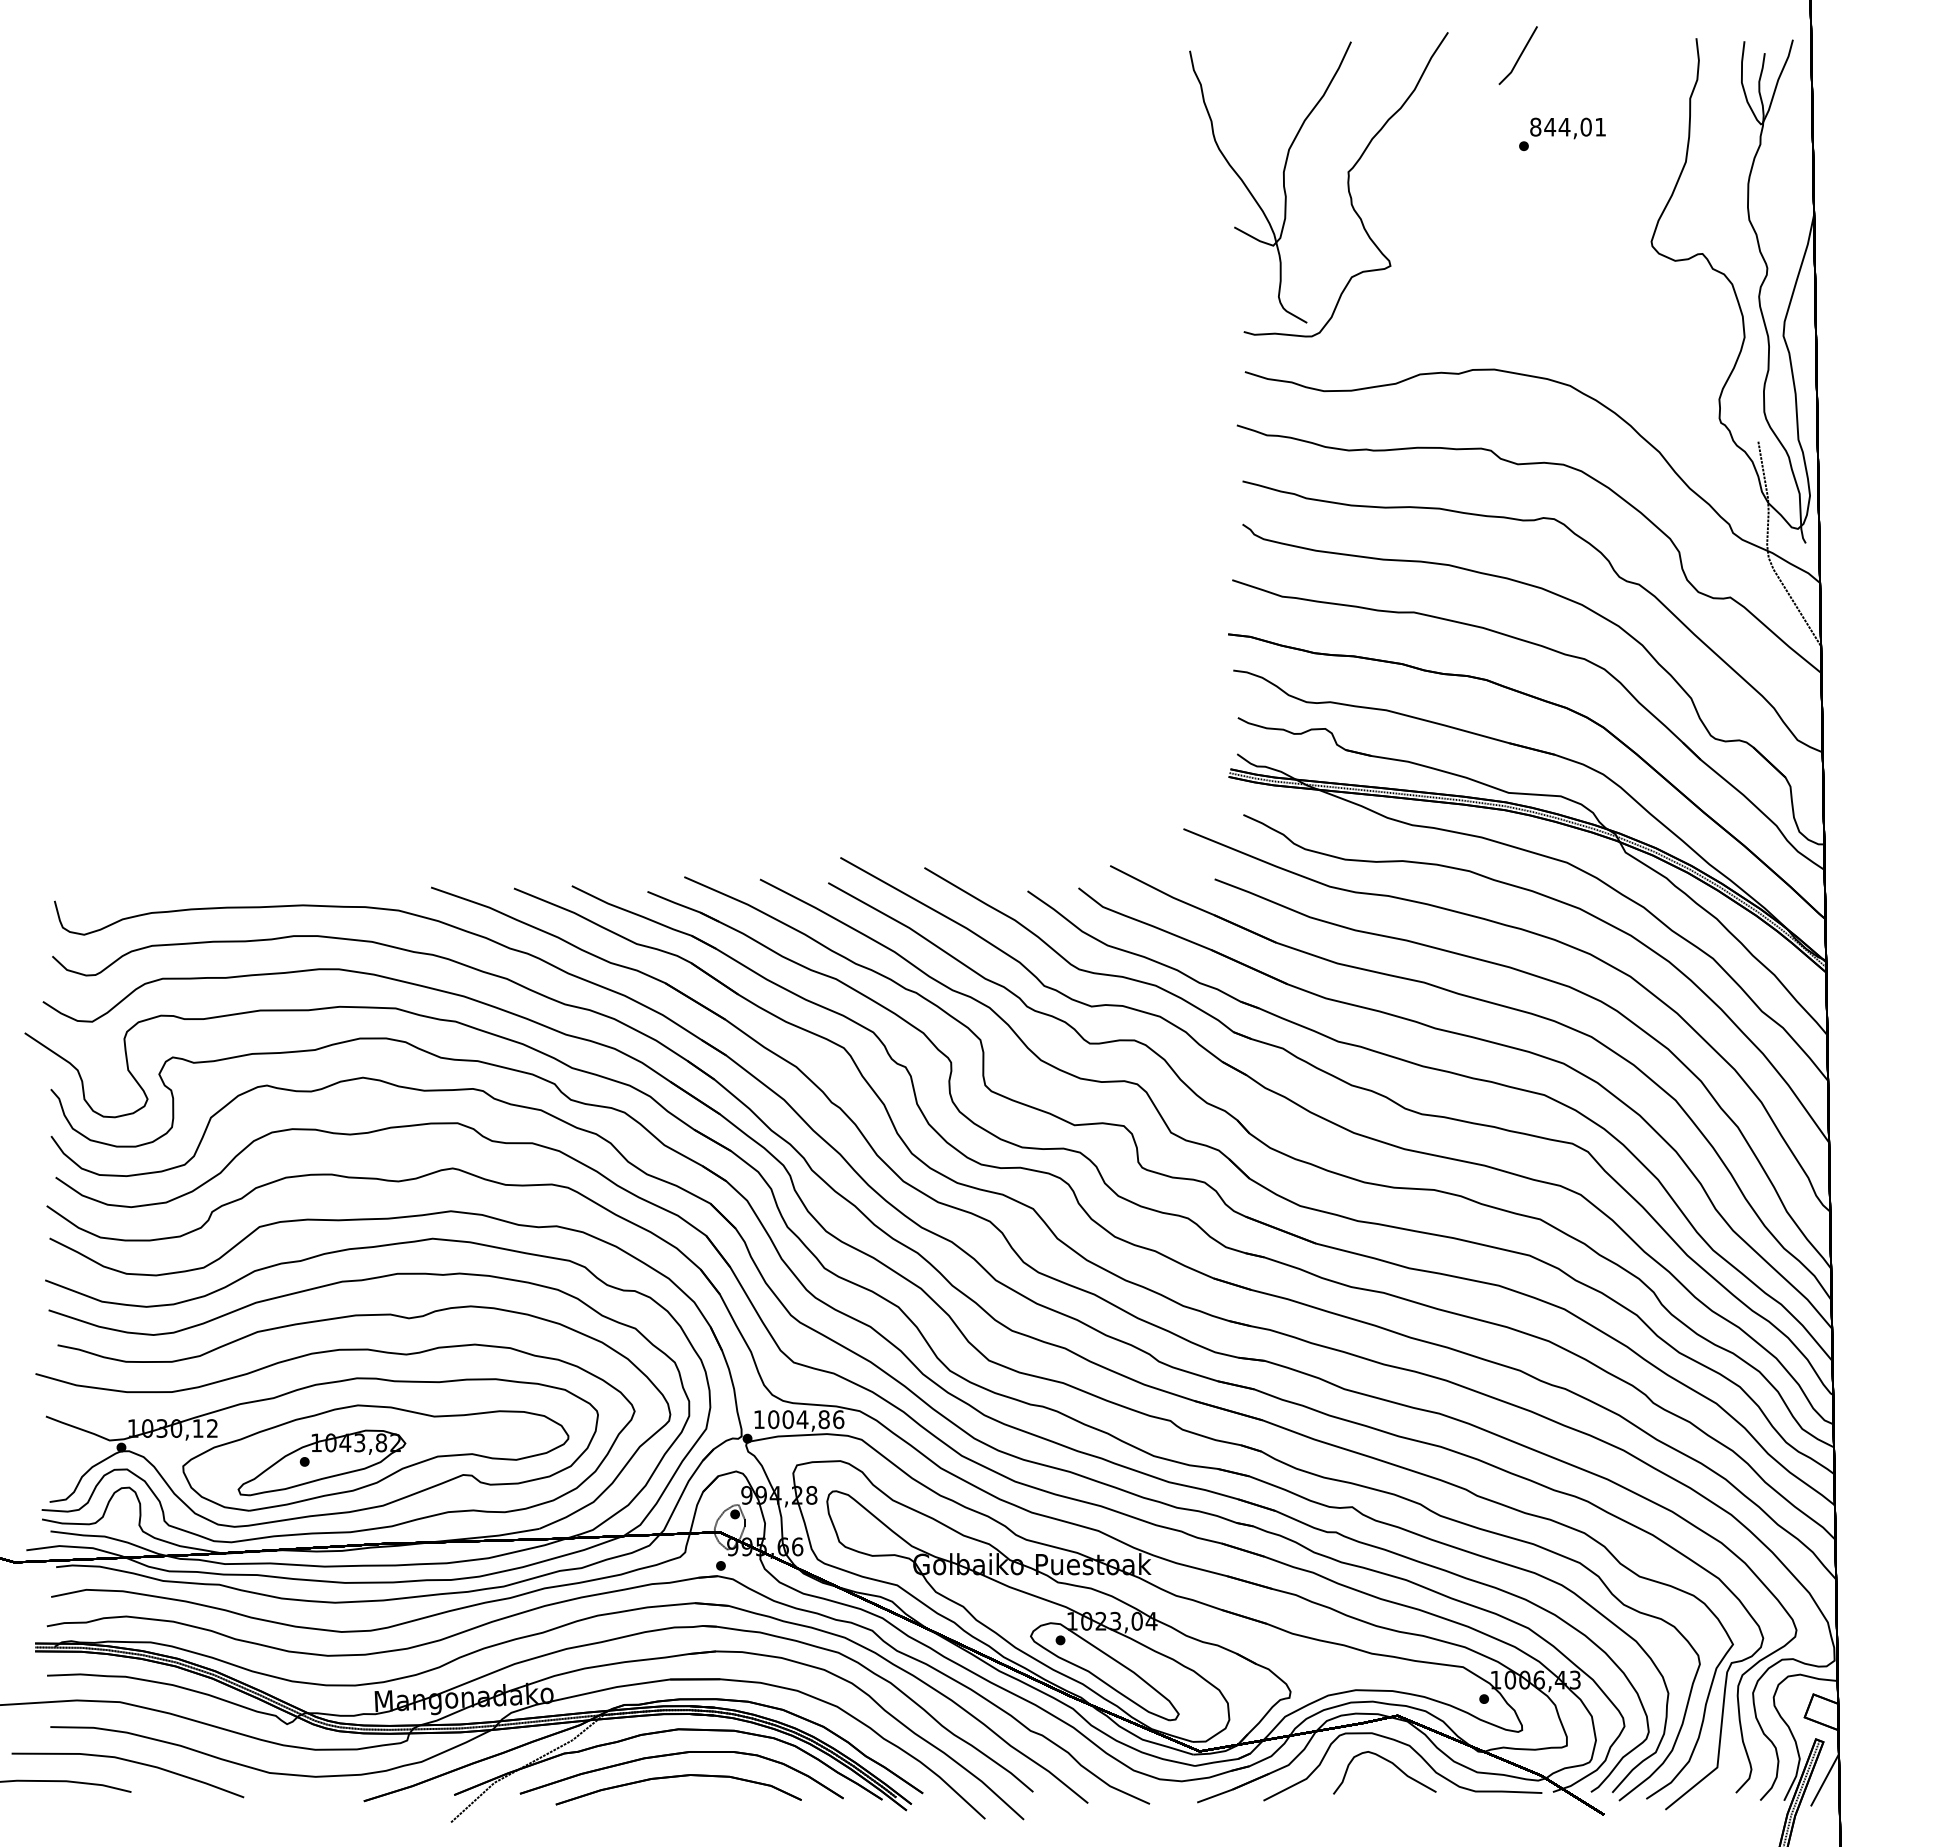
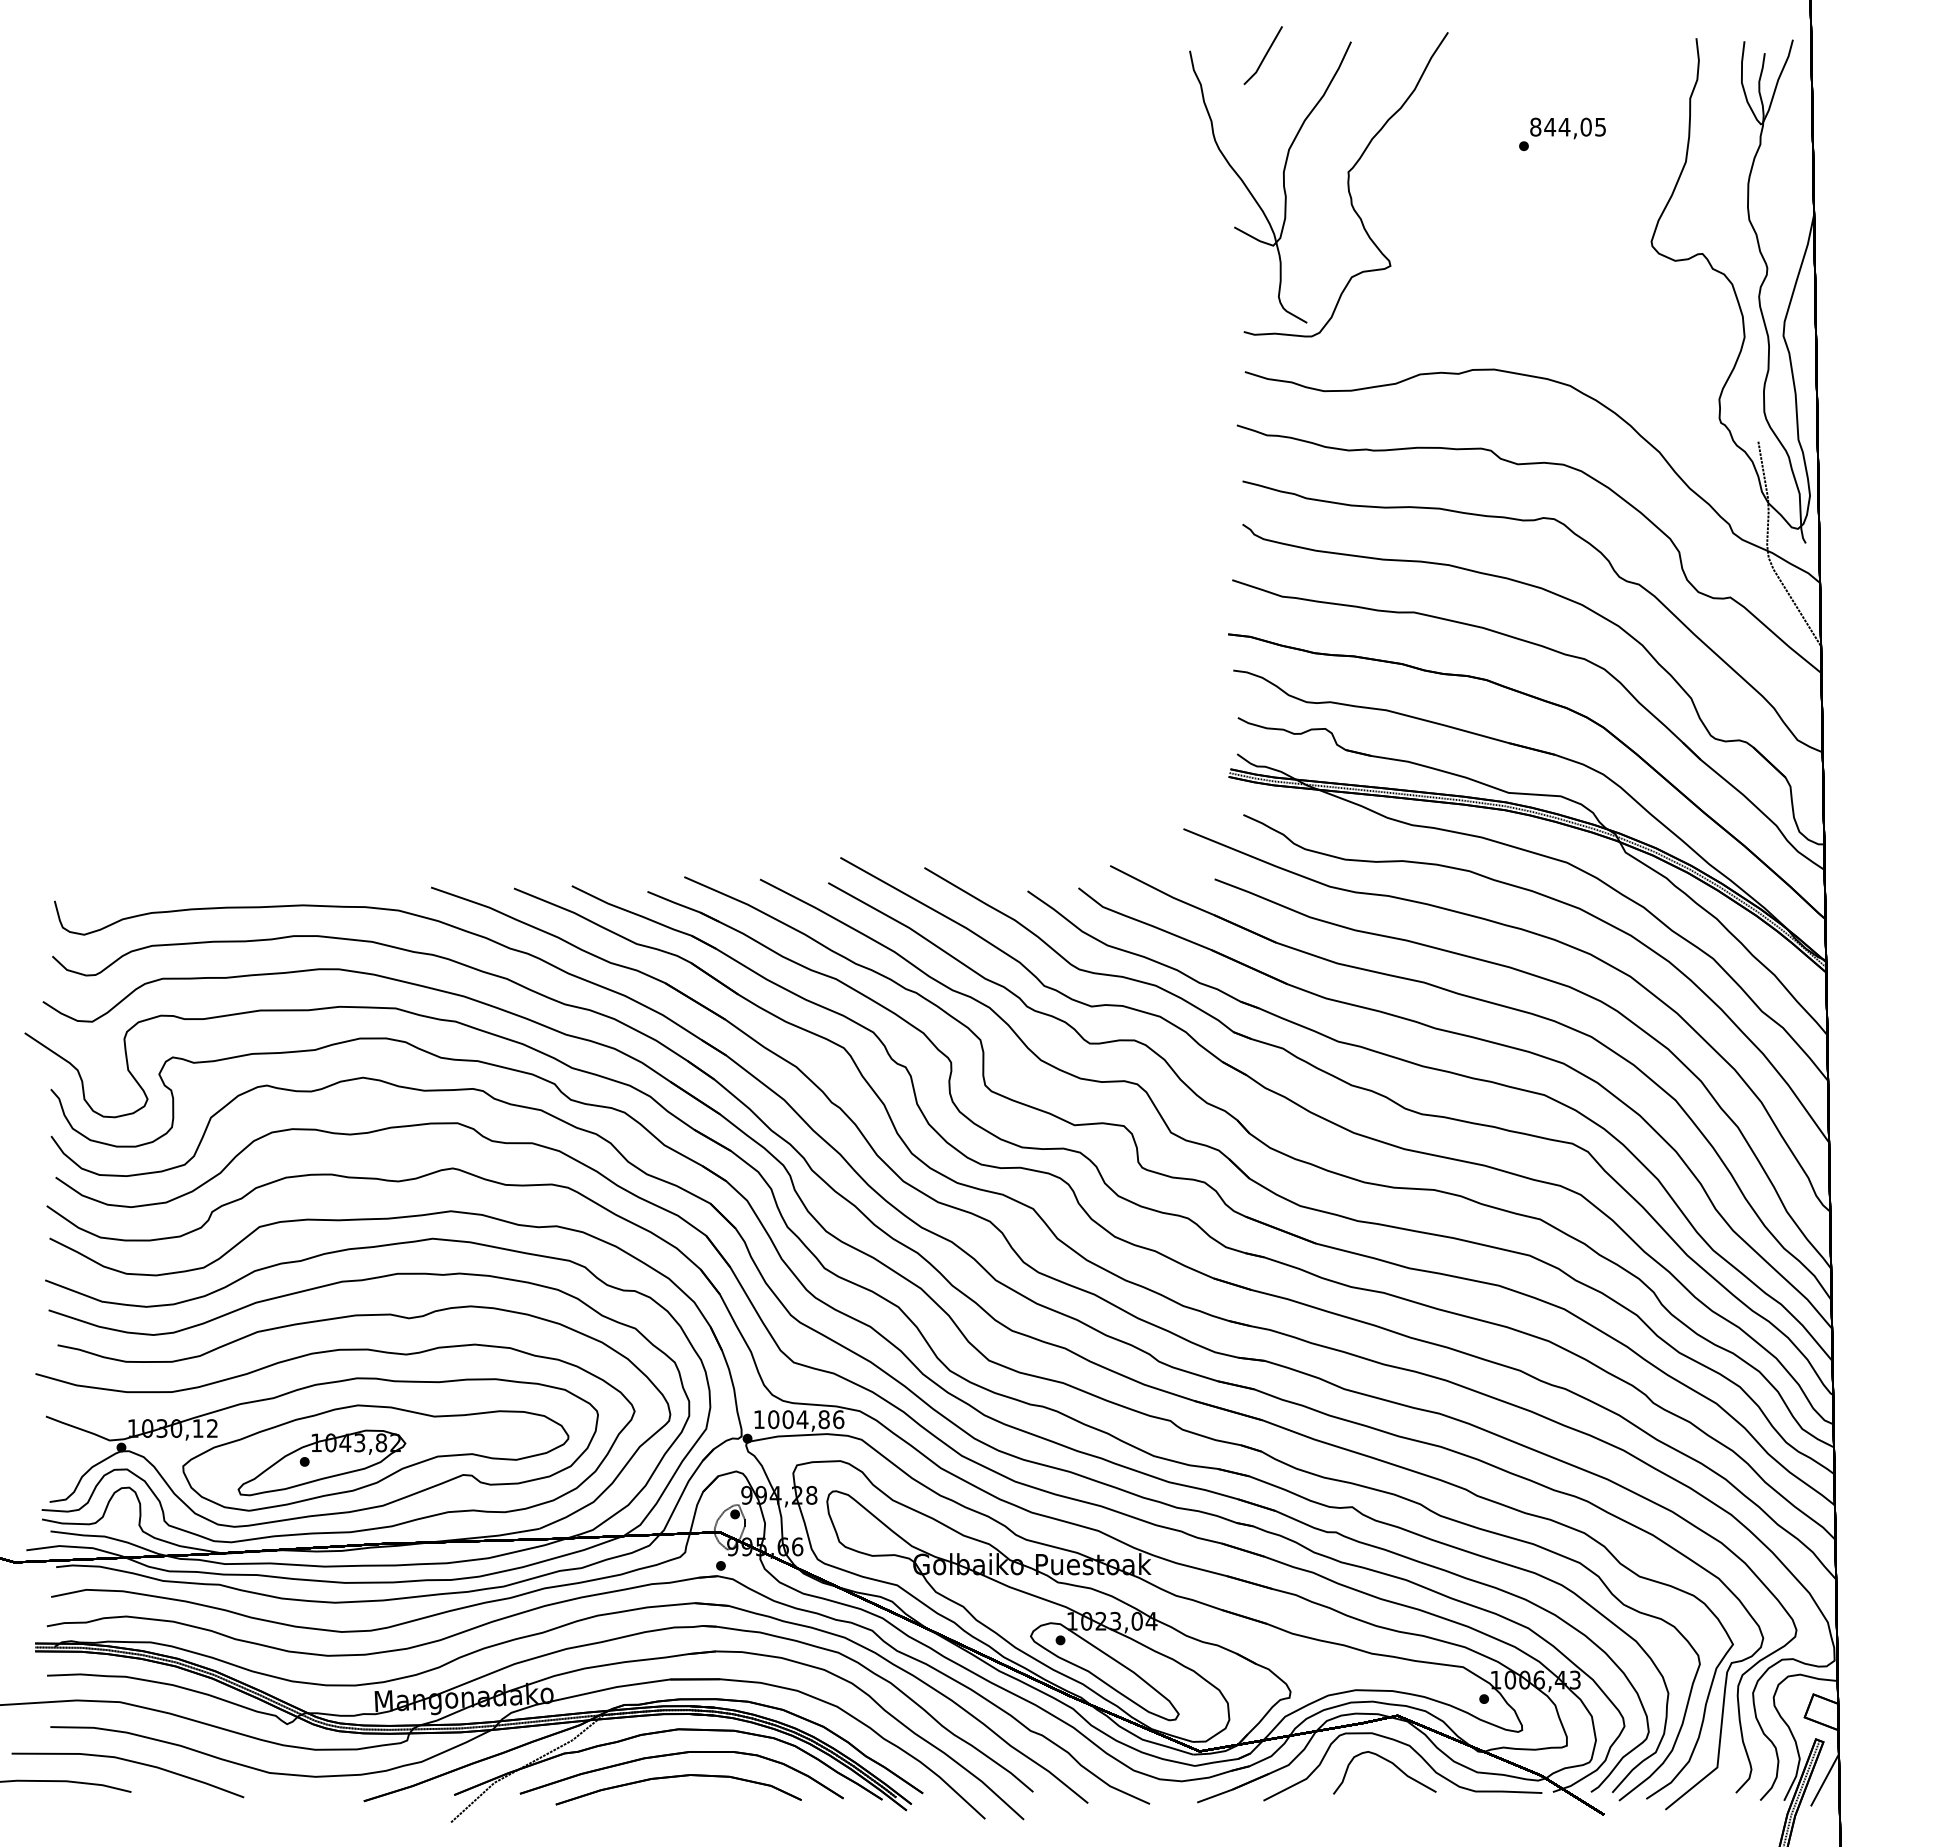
part at (1517, 55) position: (1517, 55) -> (1262, 55)
text at (1600, 127): 844,01 -> 844,05
